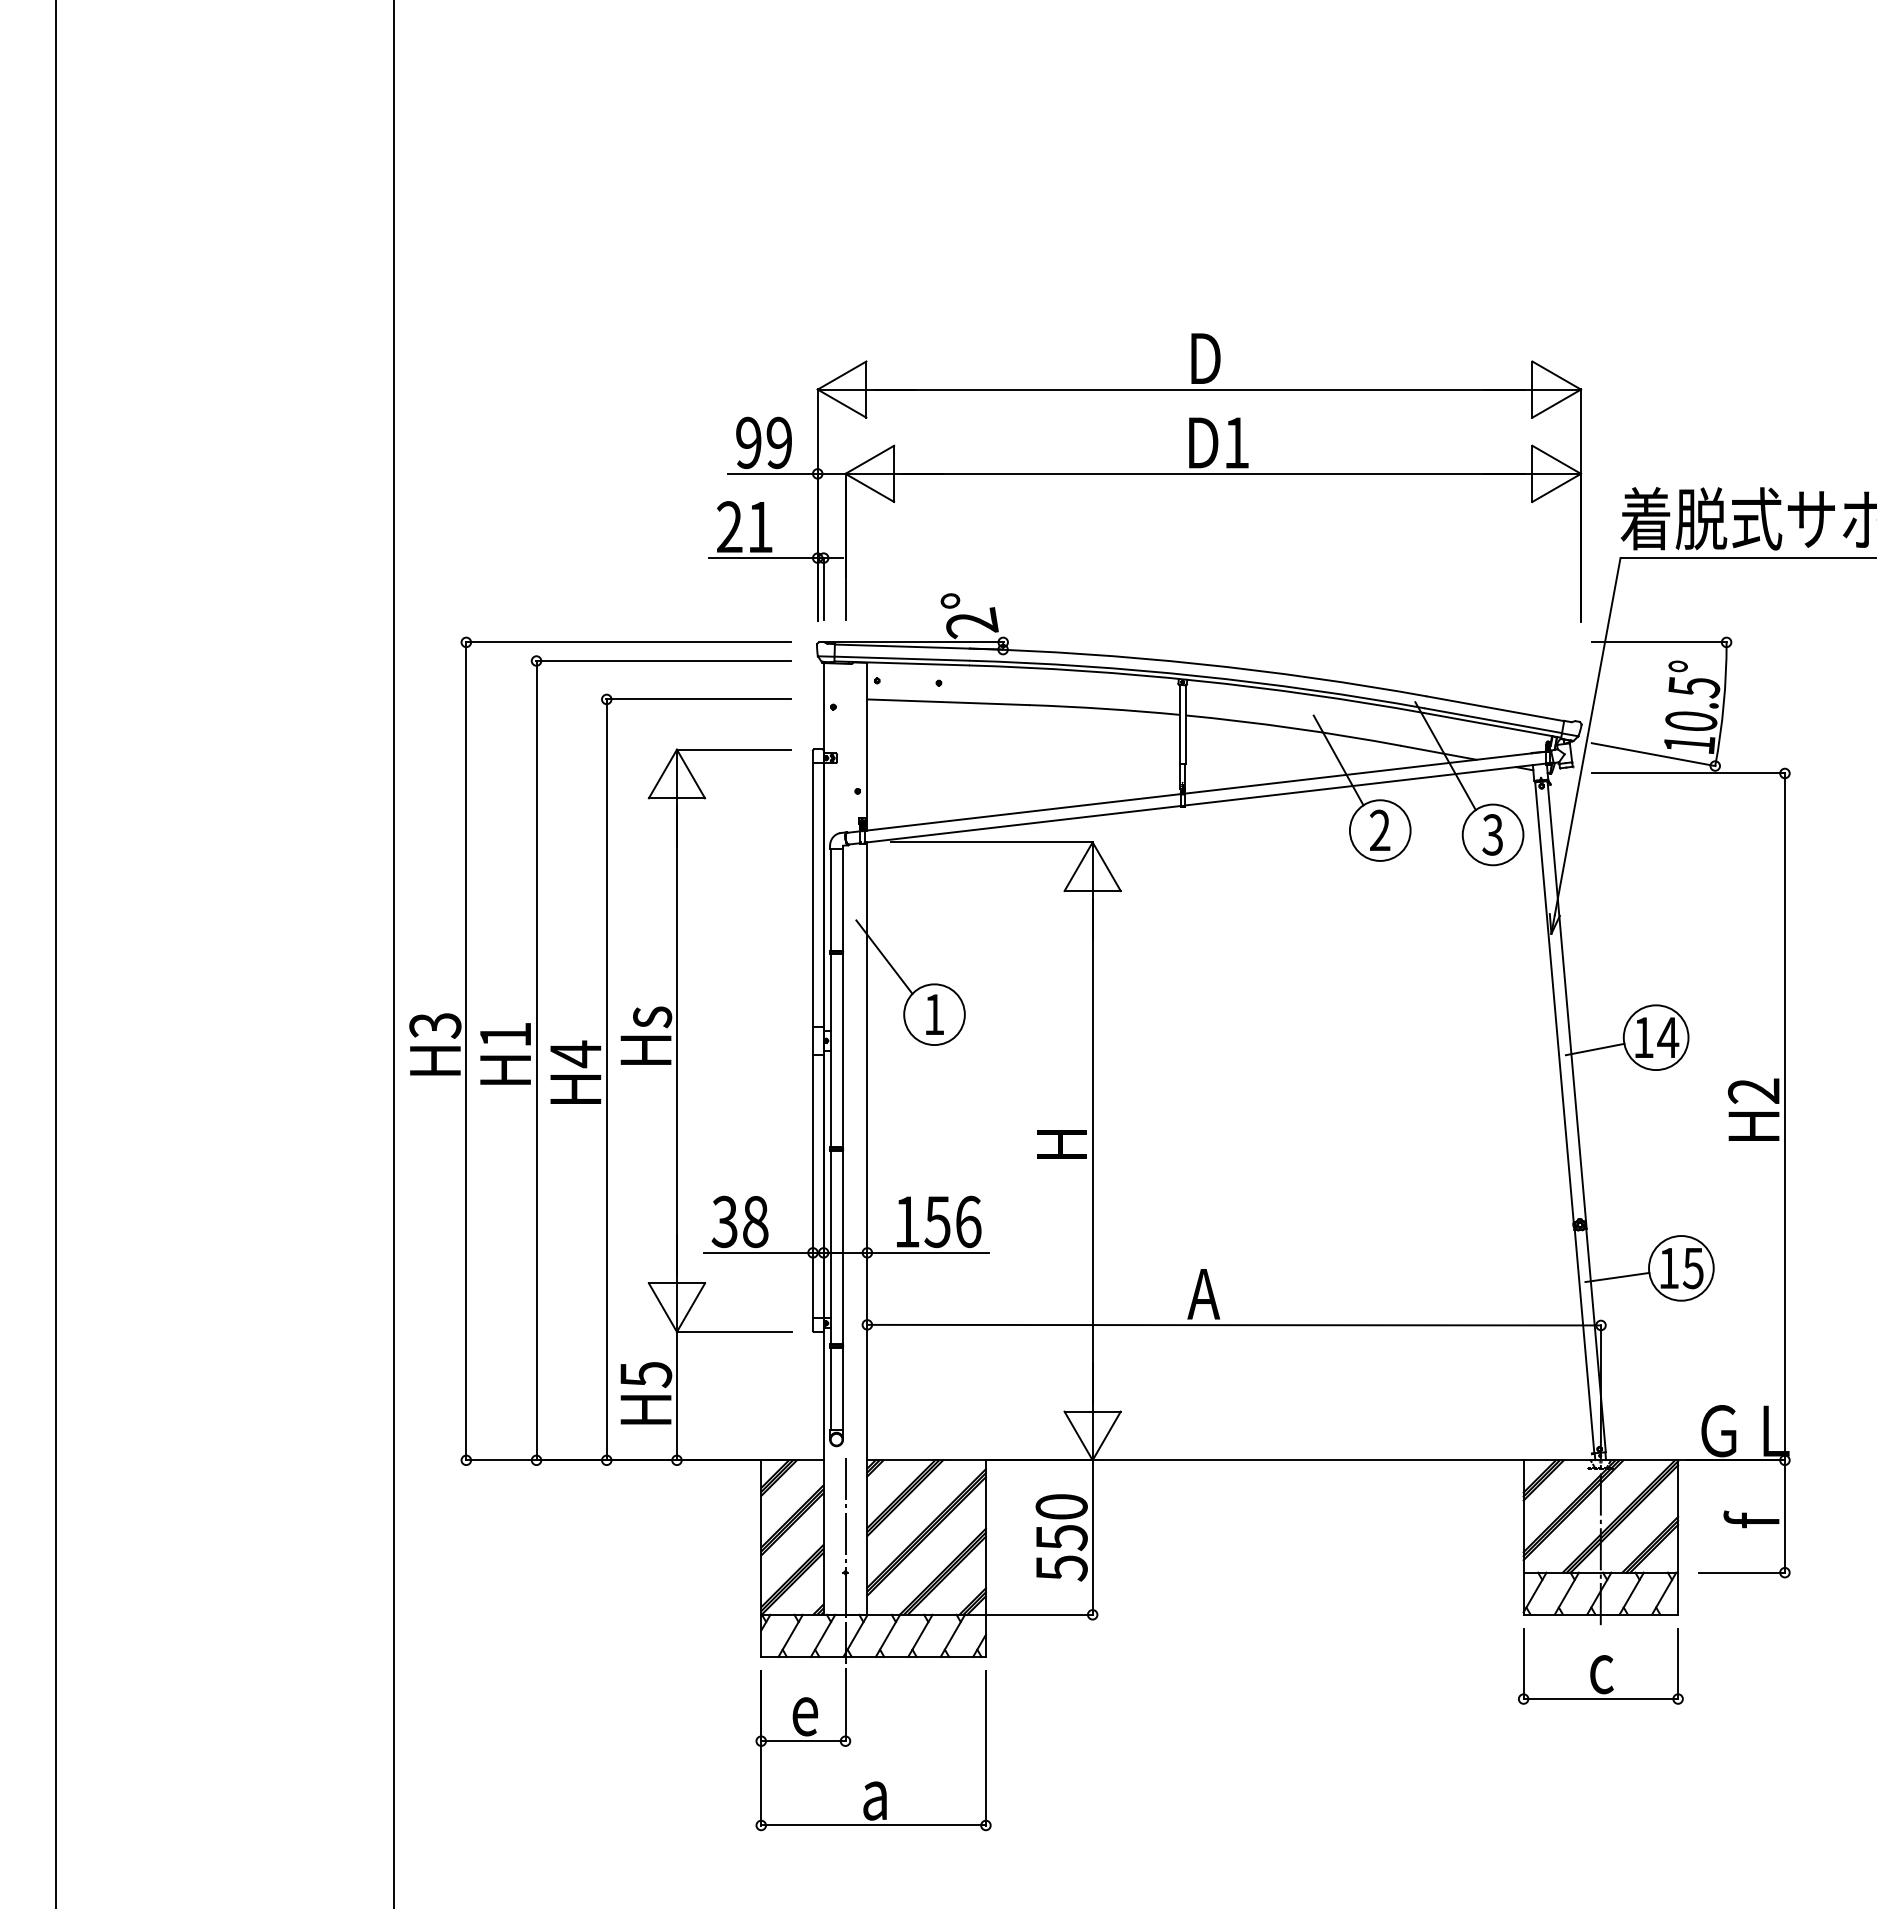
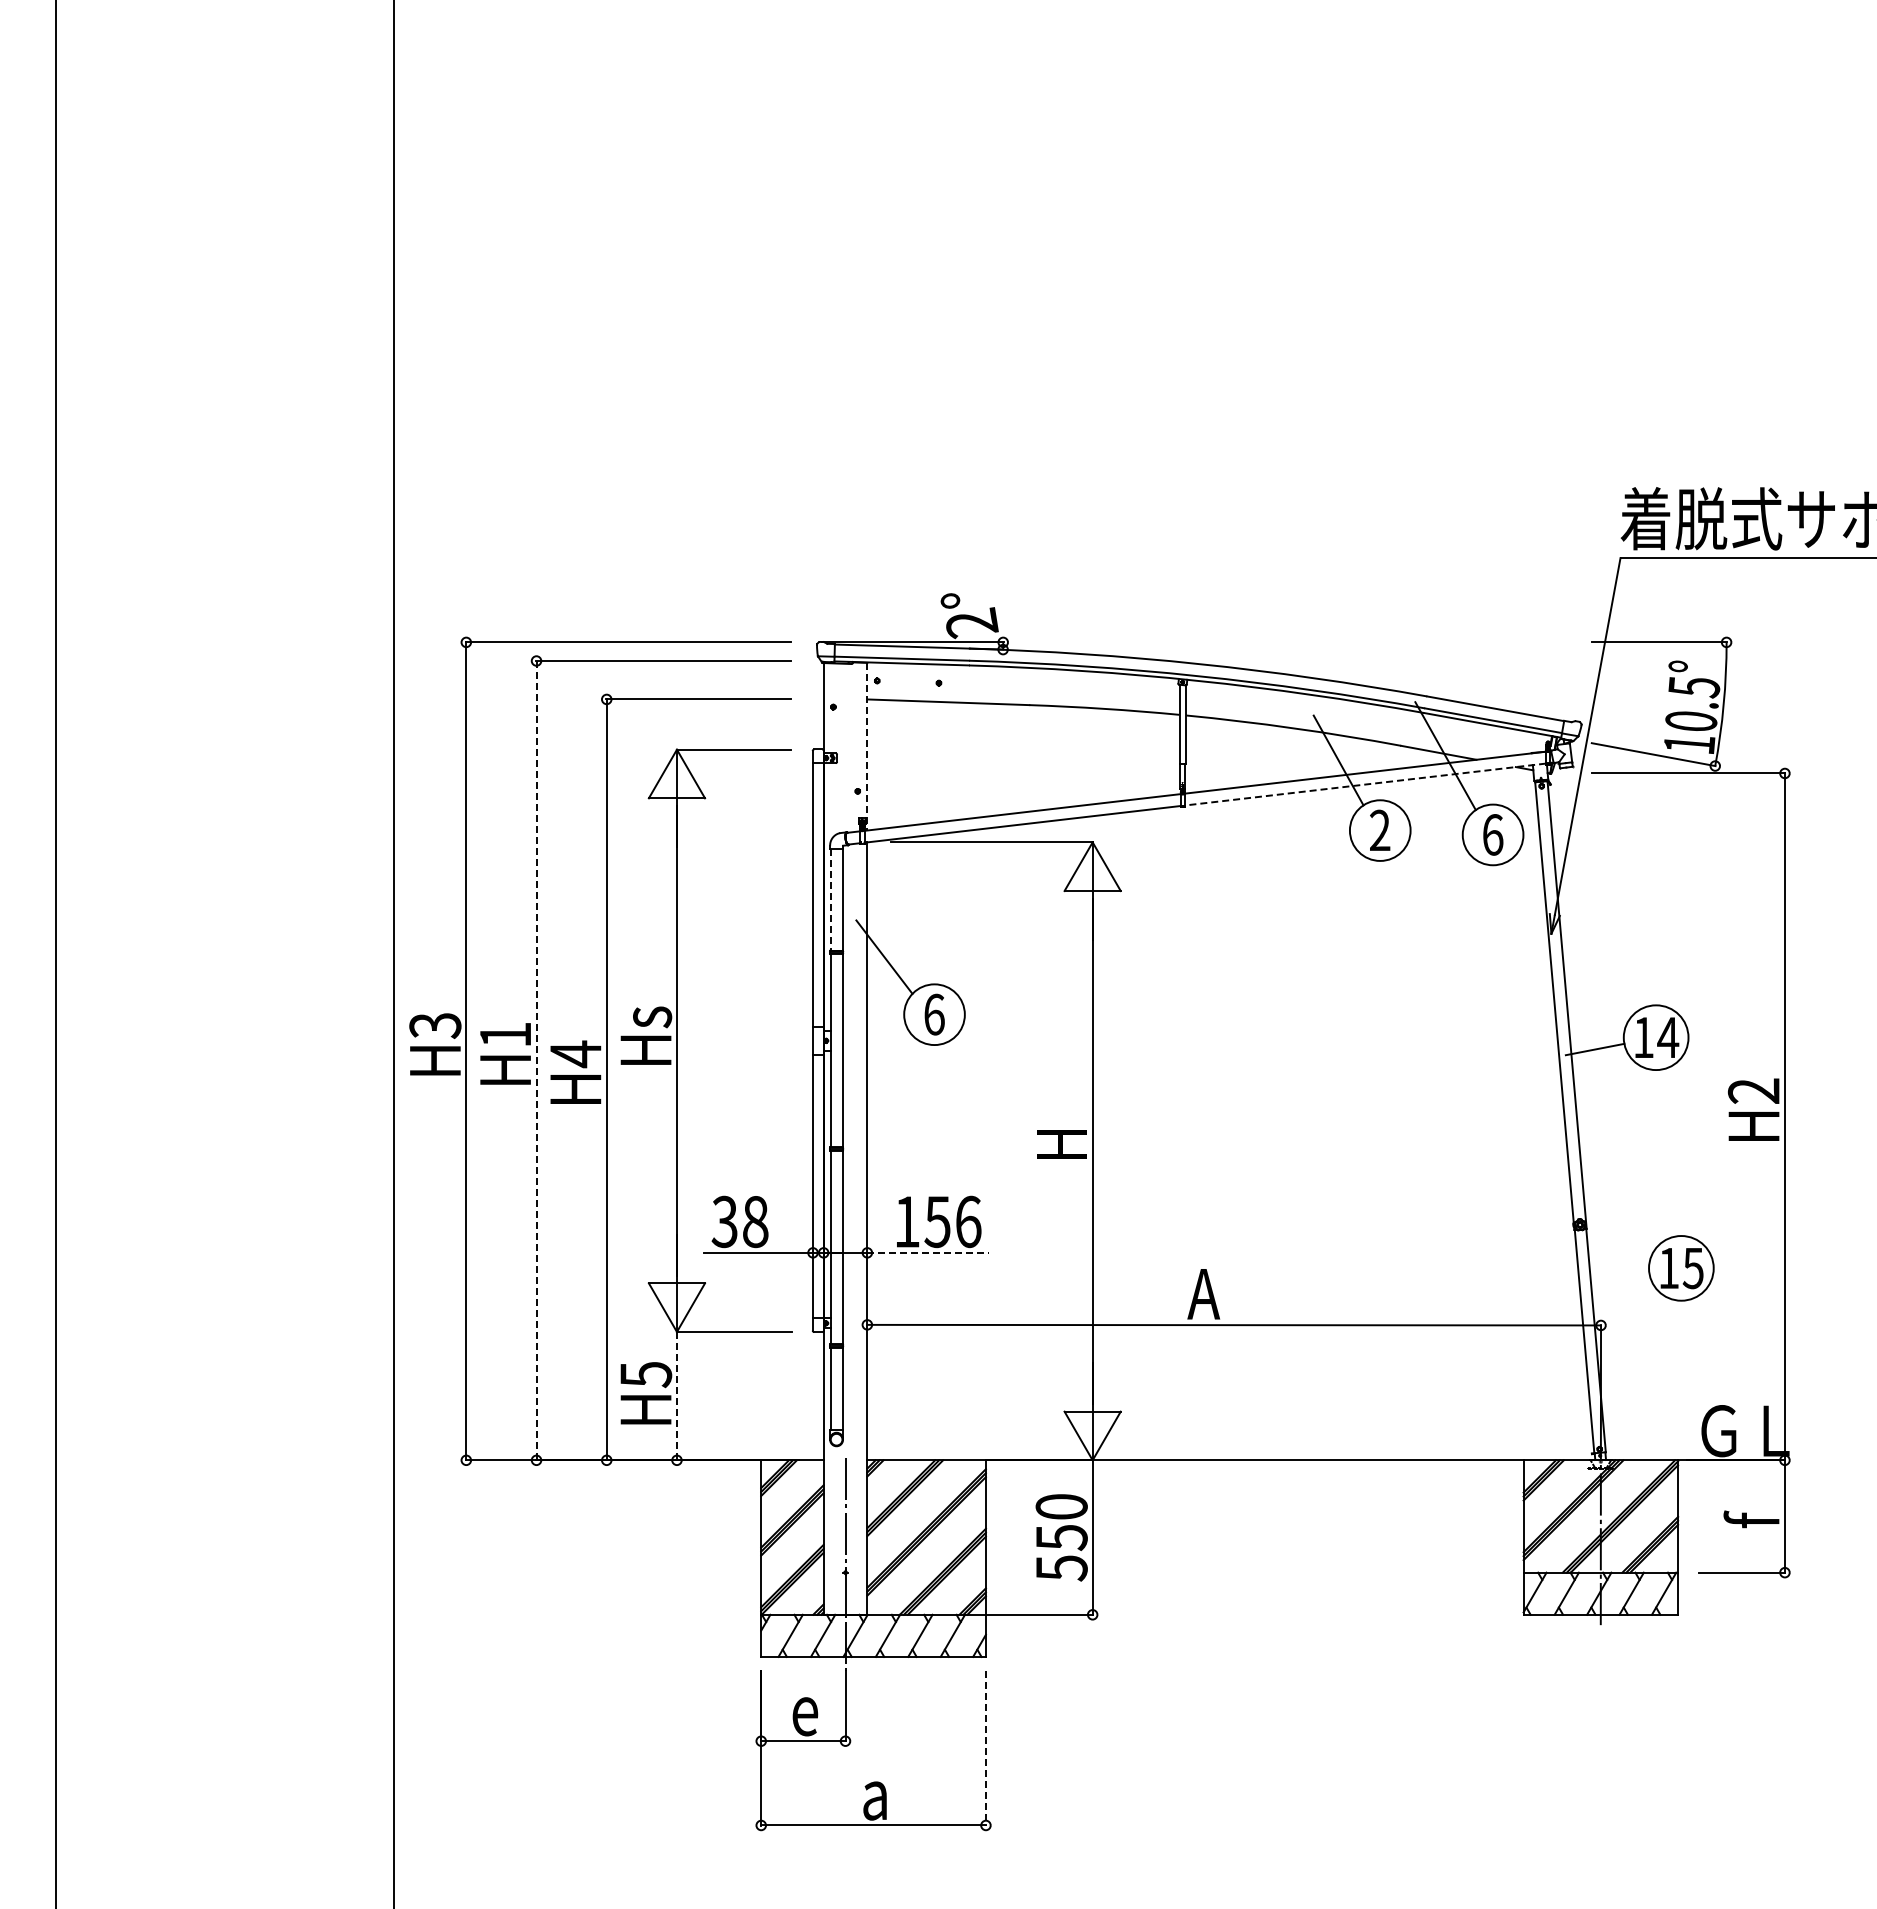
part at (1145, 477): present -> none
line at (867, 746): solid -> dashed
line at (1365, 784): solid -> dashed
text at (1492, 834): 3 -> 6
line at (830, 900): solid -> dashed
text at (934, 1014): 1 -> 6
line at (536, 1060): solid -> dashed
line at (928, 1252): solid -> dashed
line at (1617, 1277): present -> none
line at (676, 1396): solid -> dashed
part at (1600, 1666): present -> none
line at (985, 1749): solid -> dashed
